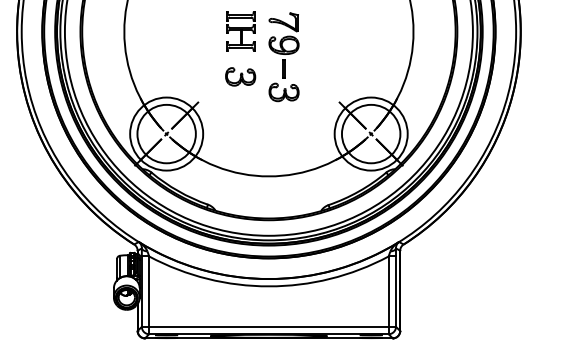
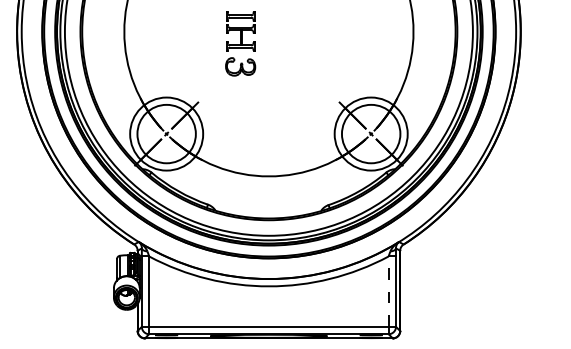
part at (283, 57): present -> none
part at (240, 76) position: (240, 76) -> (240, 66)
line at (388, 291): solid -> dashed
